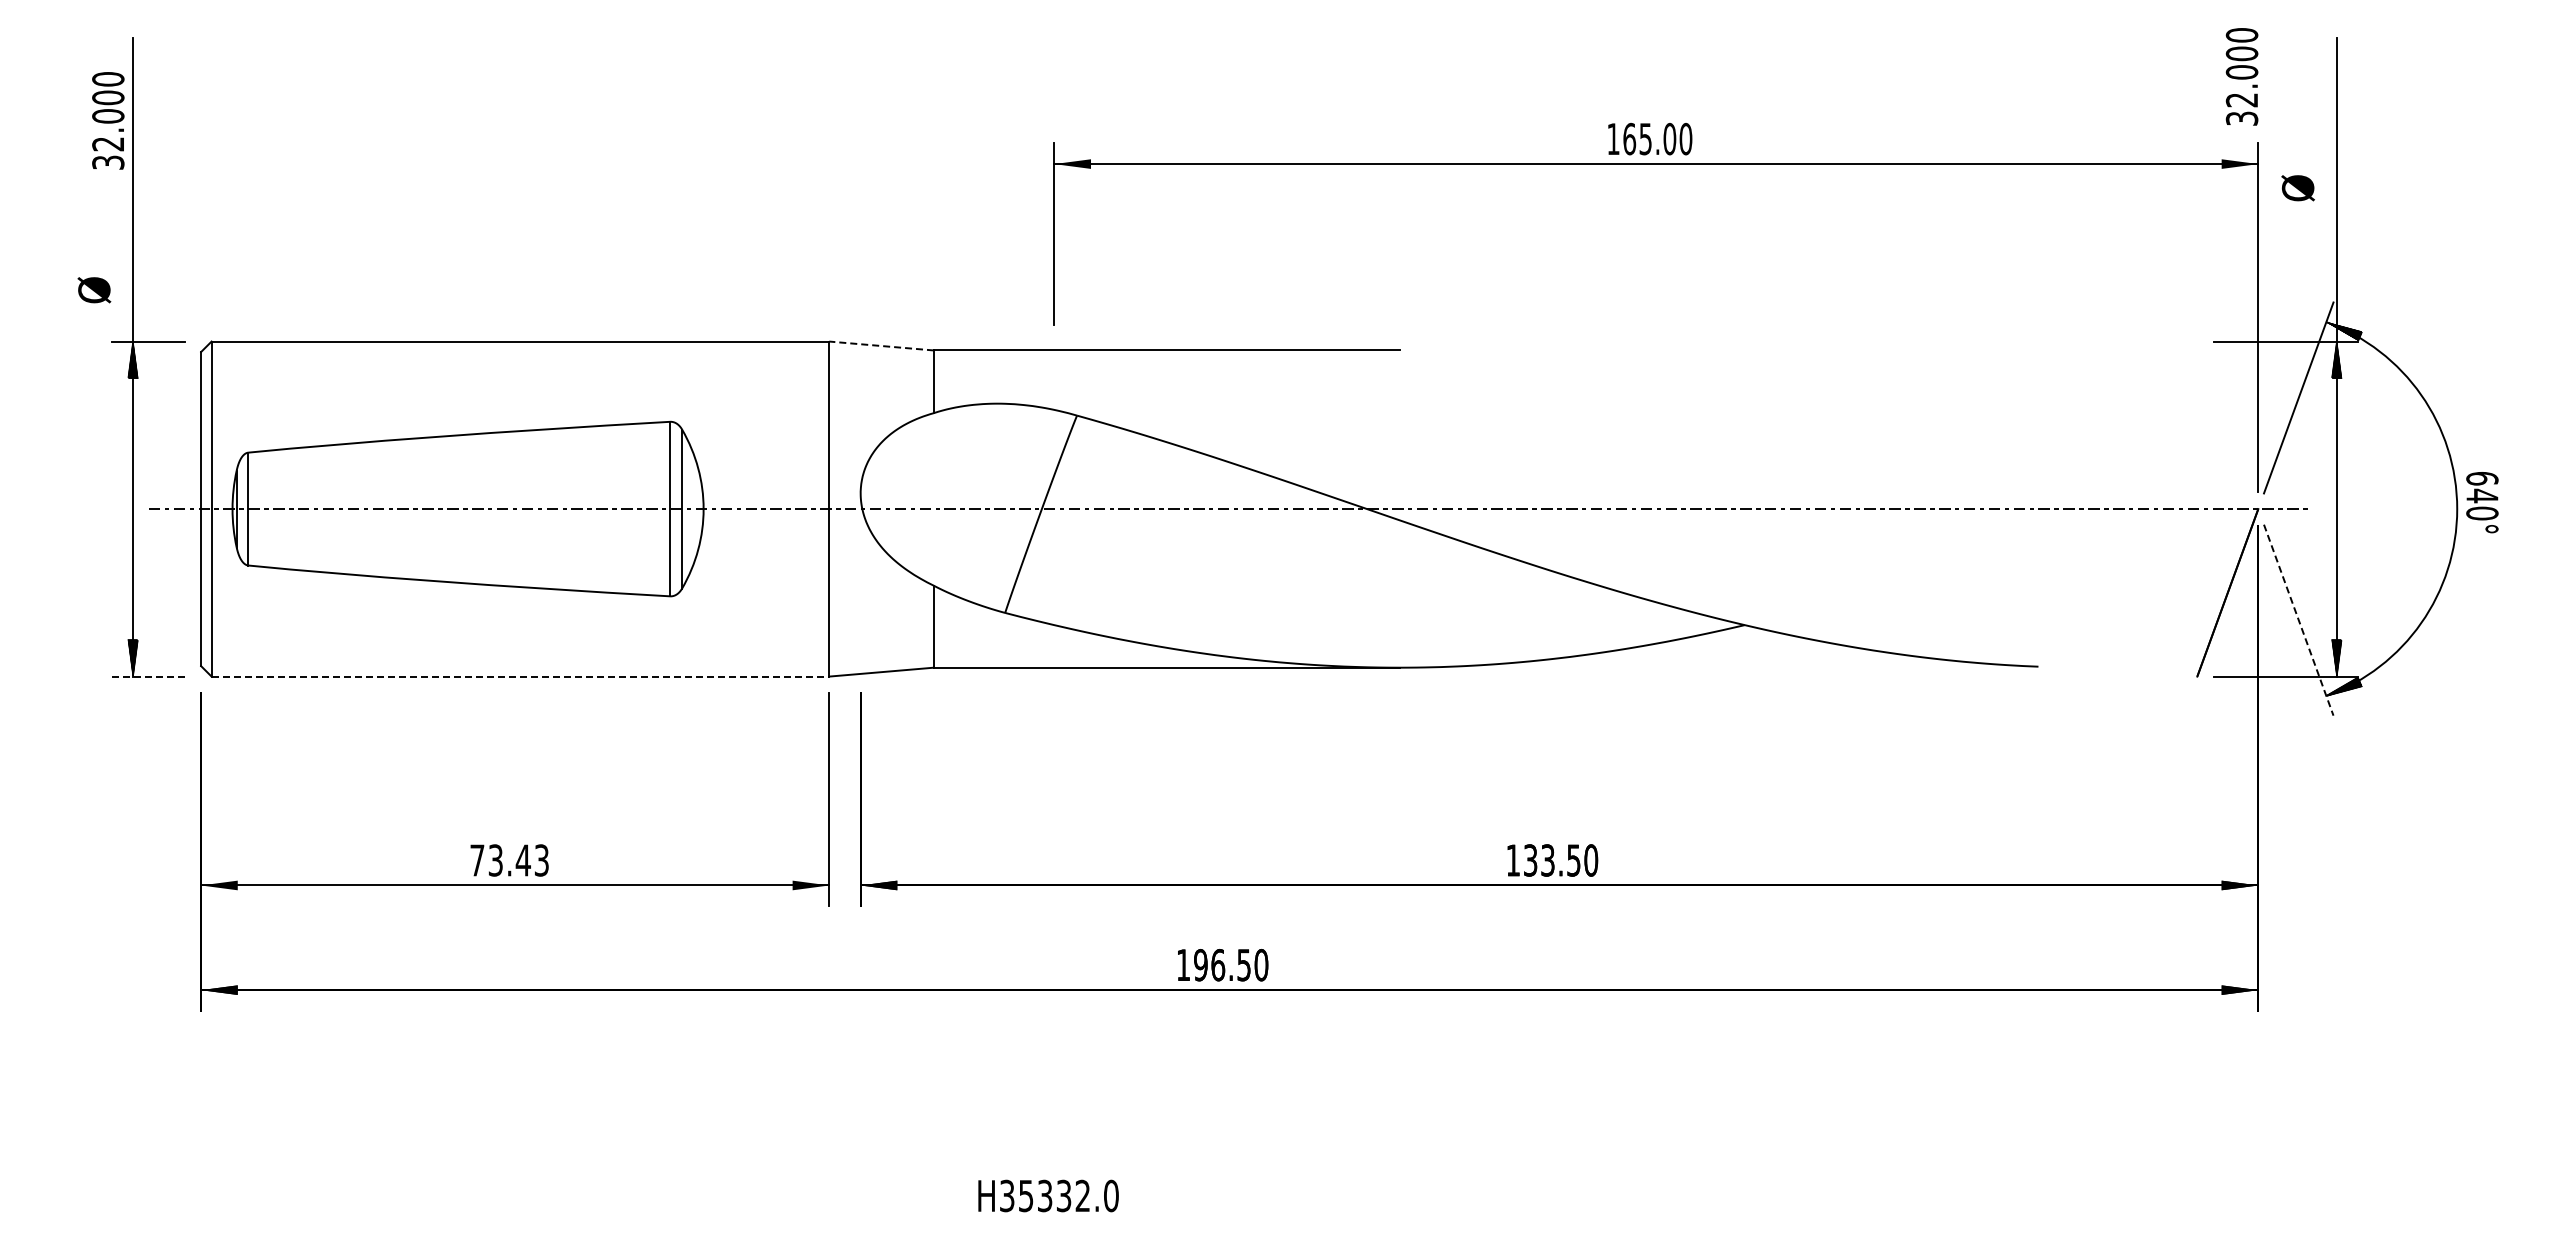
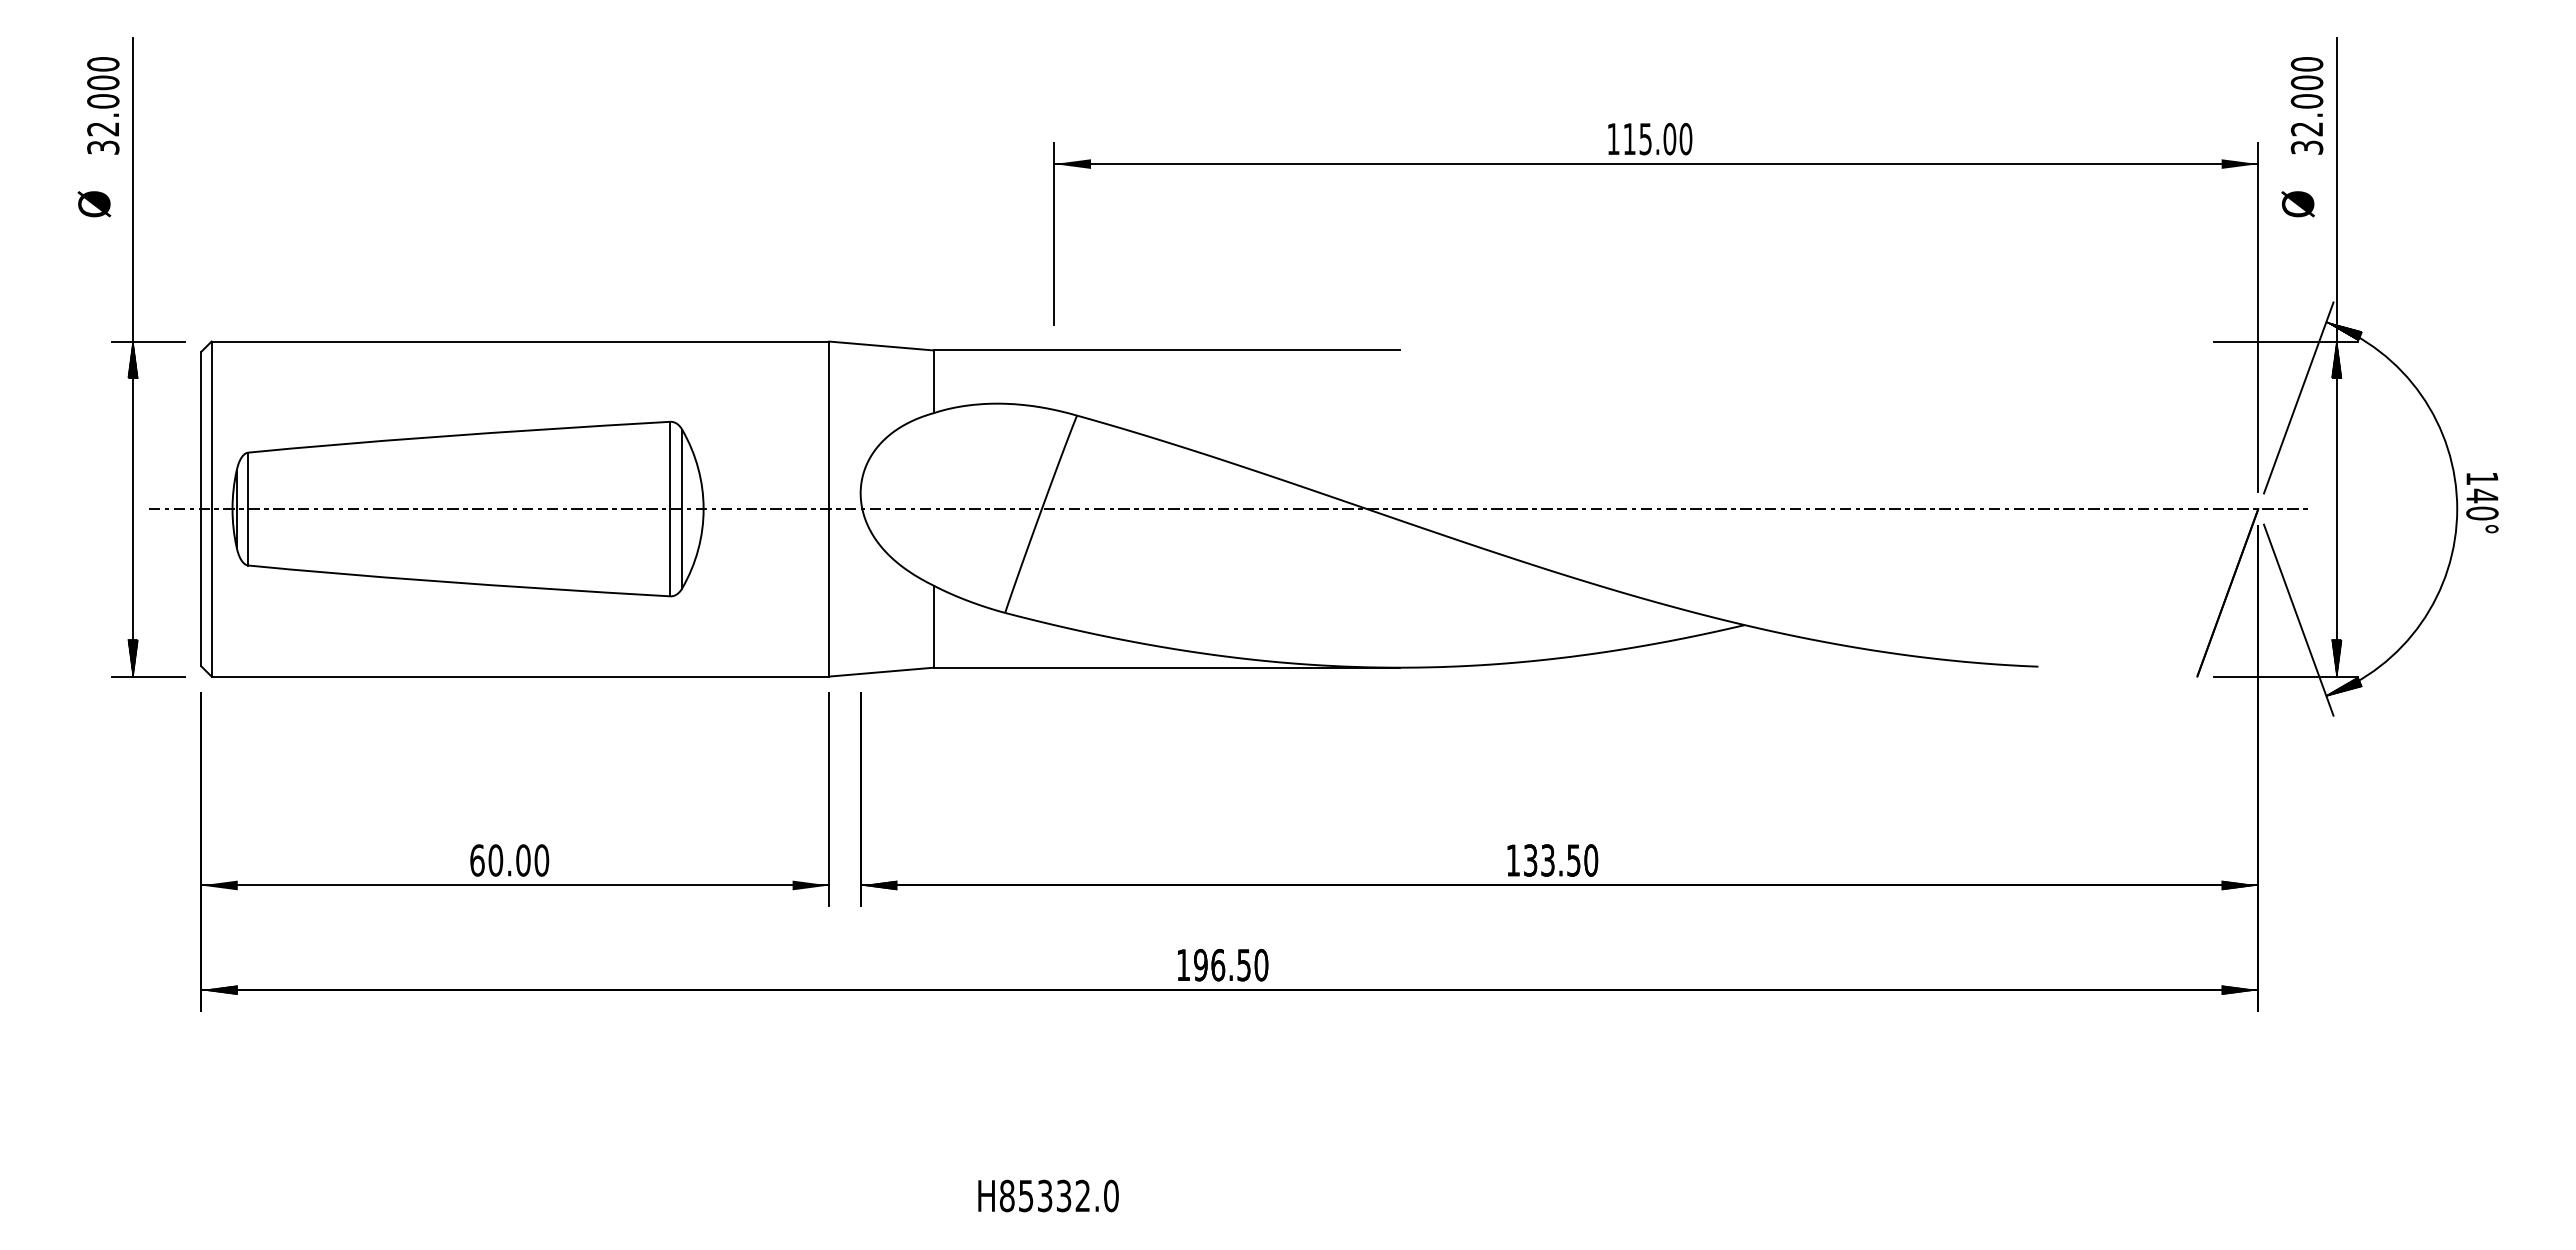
text at (2241, 76) position: (2241, 76) -> (2306, 105)
text at (108, 120) position: (108, 120) -> (103, 105)
text at (1629, 138): 165.00 -> 115.00
text at (2297, 188) position: (2297, 188) -> (2297, 204)
text at (94, 290) position: (94, 290) -> (94, 204)
line at (881, 346): dashed -> solid
text at (2482, 478): 640° -> 140°
line at (2298, 620): dashed -> solid
line at (147, 676): dashed -> solid
line at (520, 676): dashed -> solid
text at (509, 860): 73.43 -> 60.00
text at (1006, 1195): H35332.0 -> H85332.0
